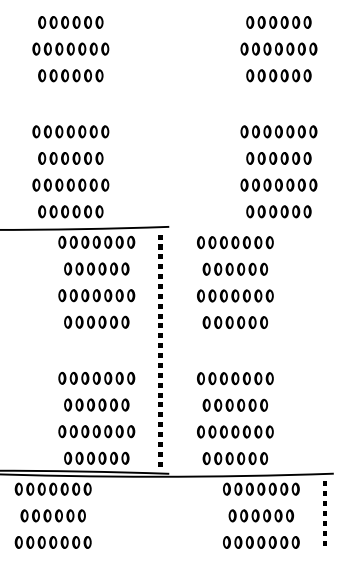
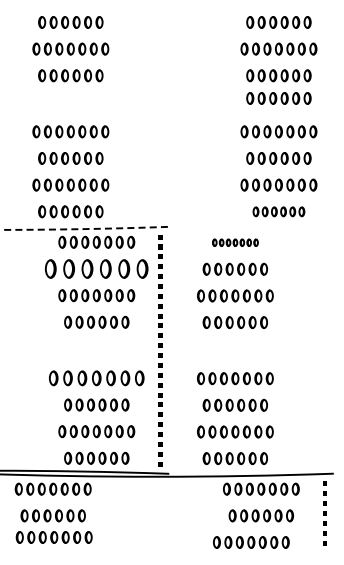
part at (278, 98): none -> present
part at (278, 211) size: 66x14 px -> 54x12 px
arc at (84, 229): solid -> dashed
part at (235, 242) size: 77x14 px -> 47x9 px
part at (96, 268) size: 66x14 px -> 104x20 px
part at (96, 378) size: 78x13 px -> 96x17 px
part at (52, 542) position: (52, 542) -> (53, 537)
part at (261, 542) position: (261, 542) -> (251, 542)
